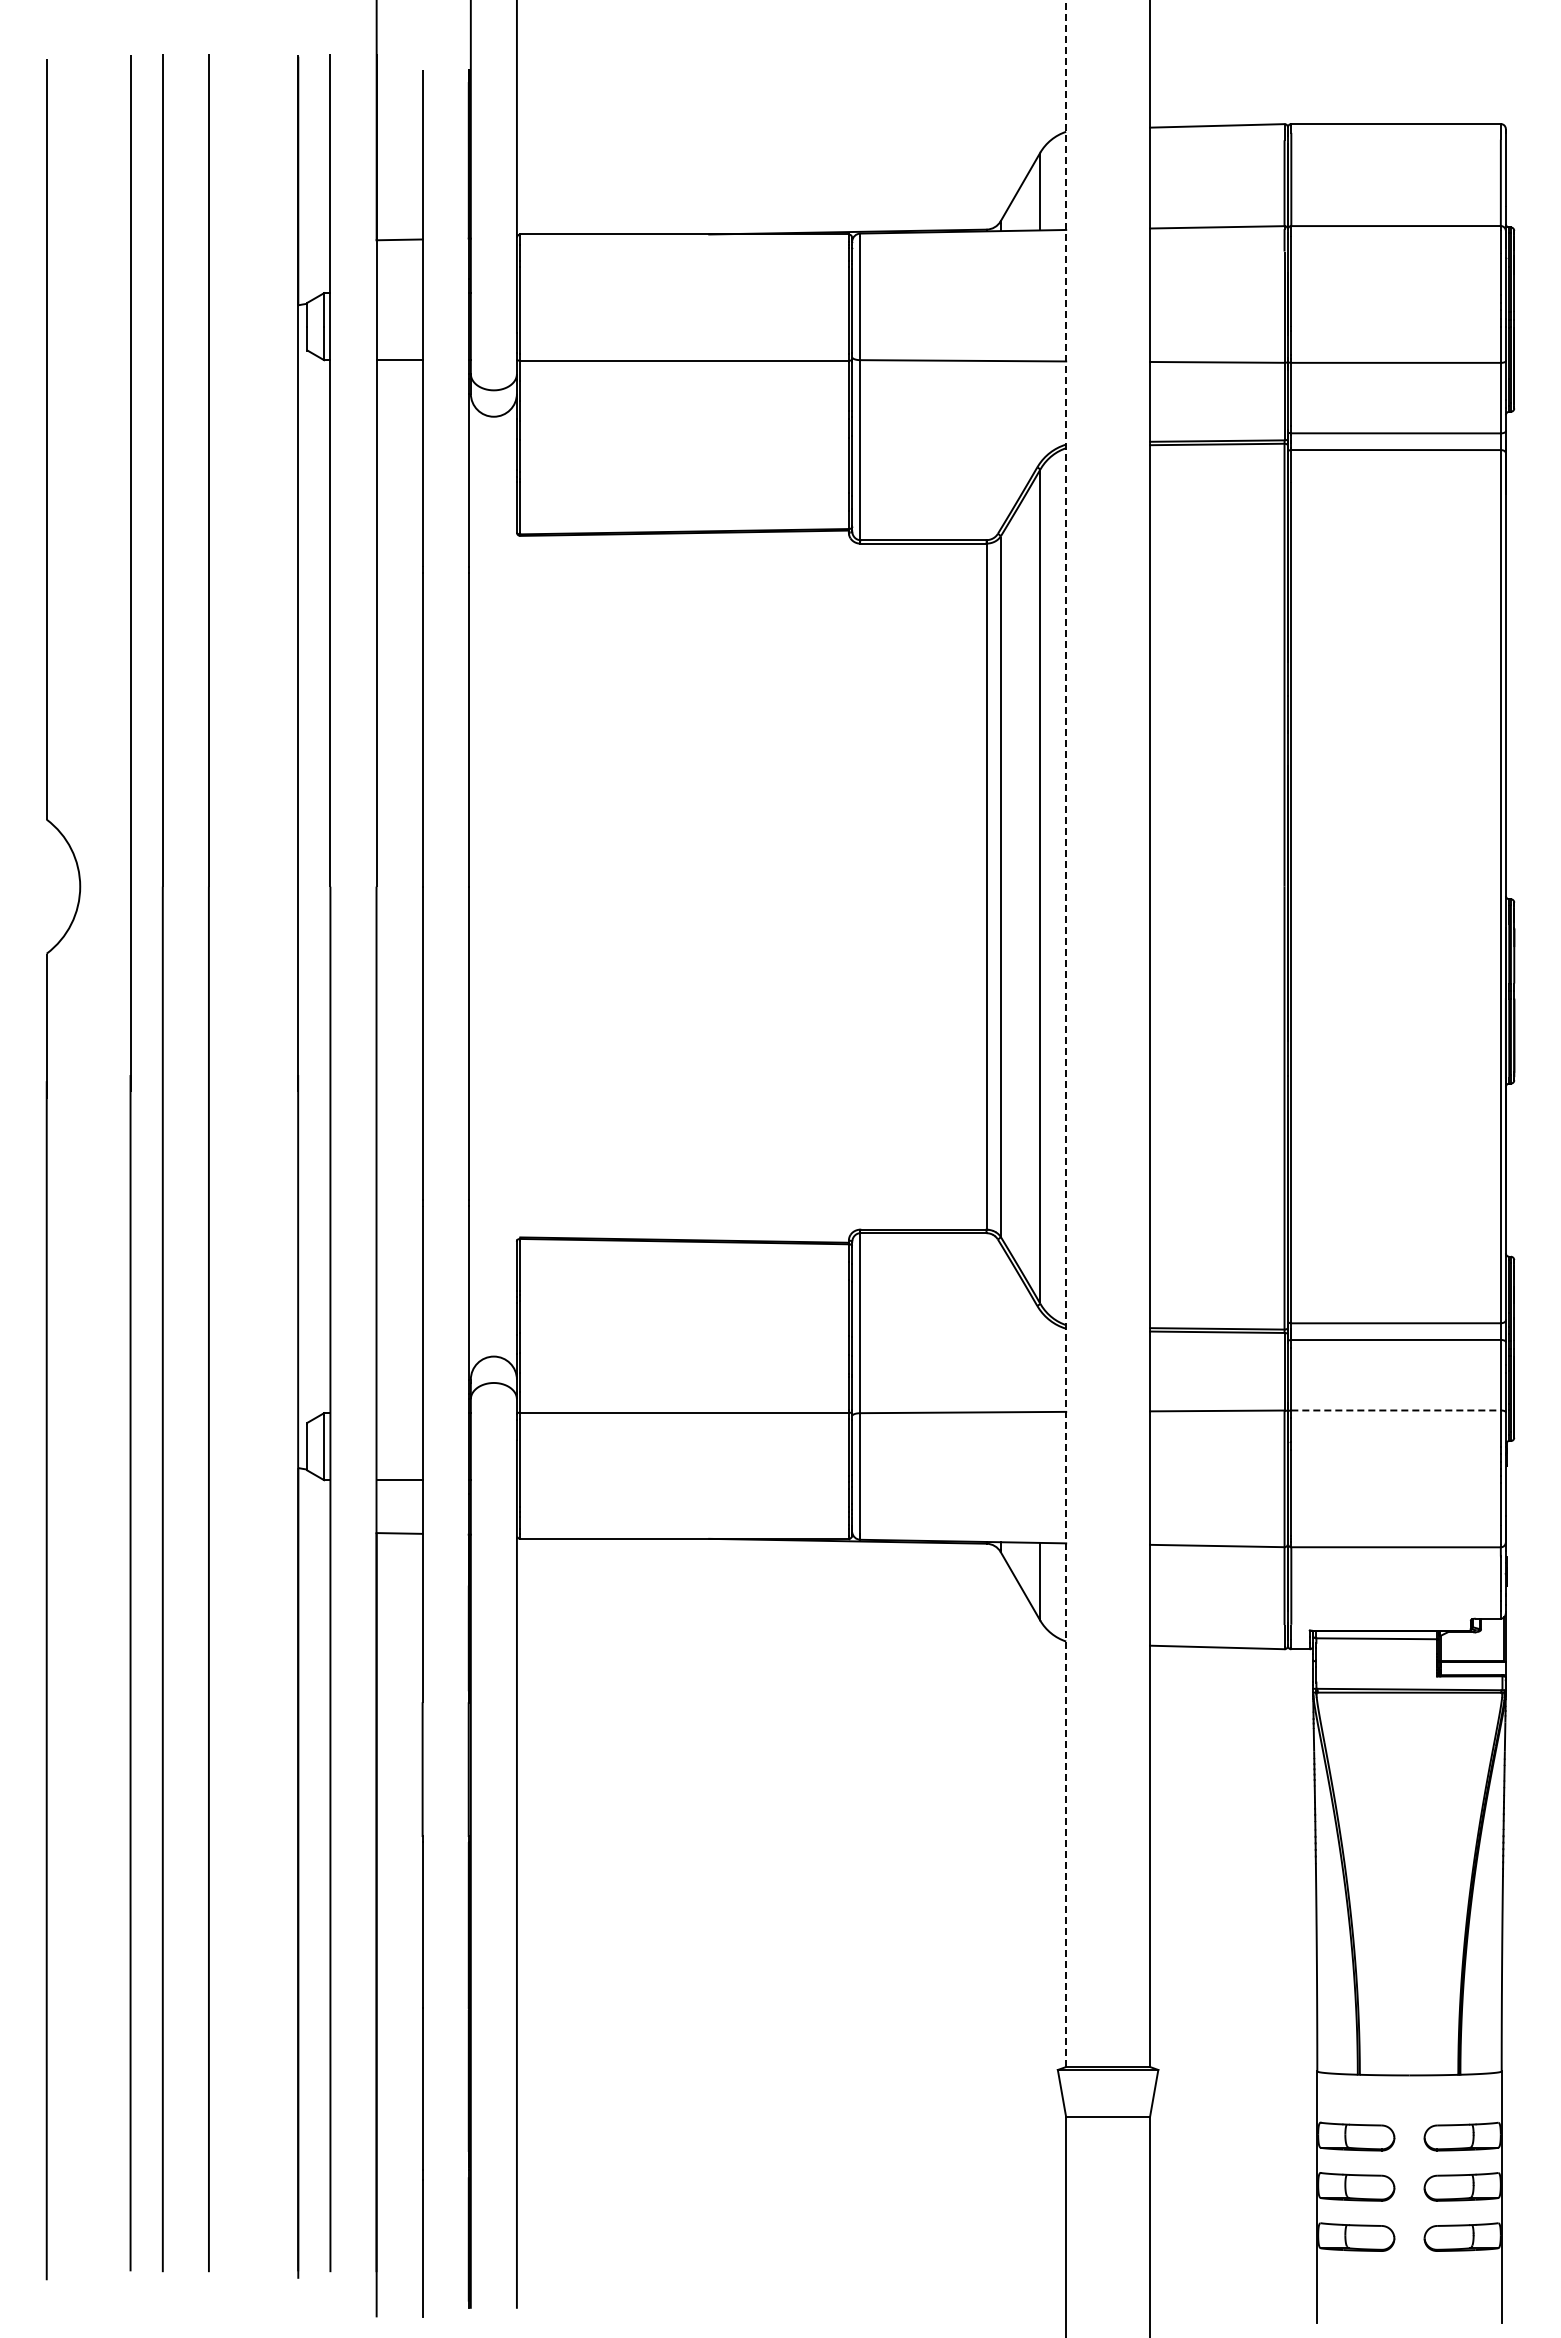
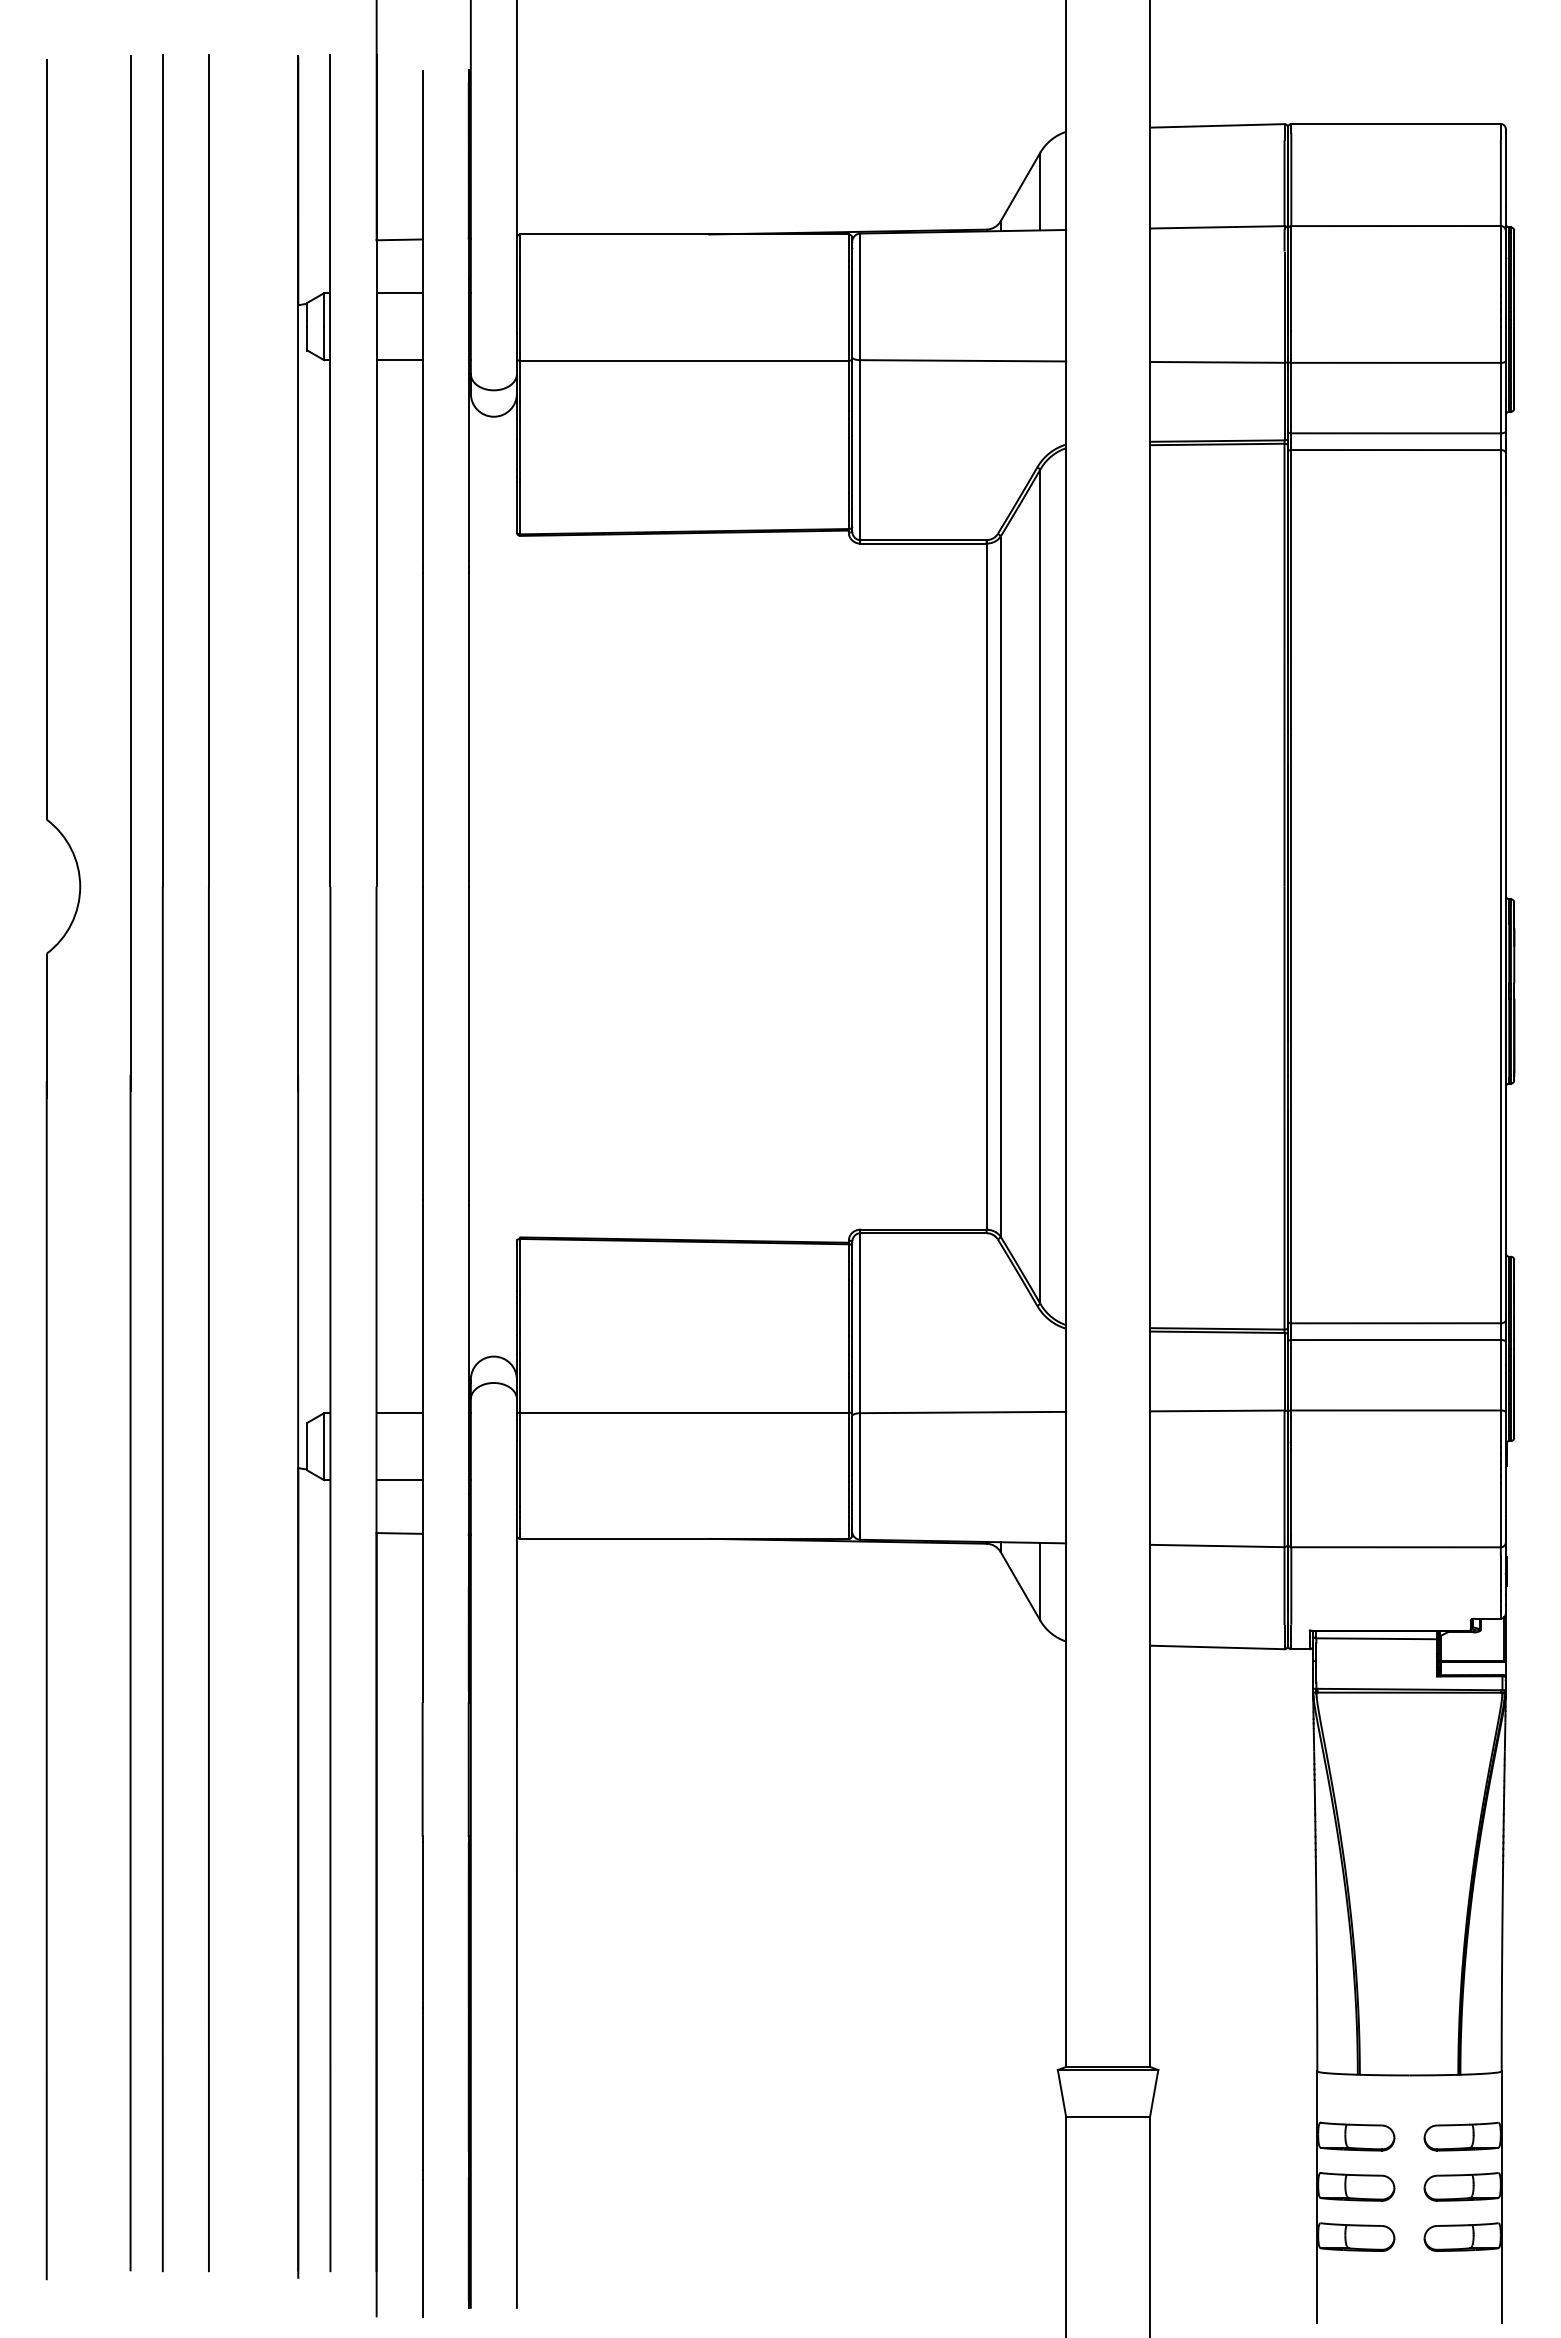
line at (399, 293): none -> present
line at (1066, 1033): dashed -> solid
line at (1396, 1410): dashed -> solid
line at (399, 1413): none -> present
